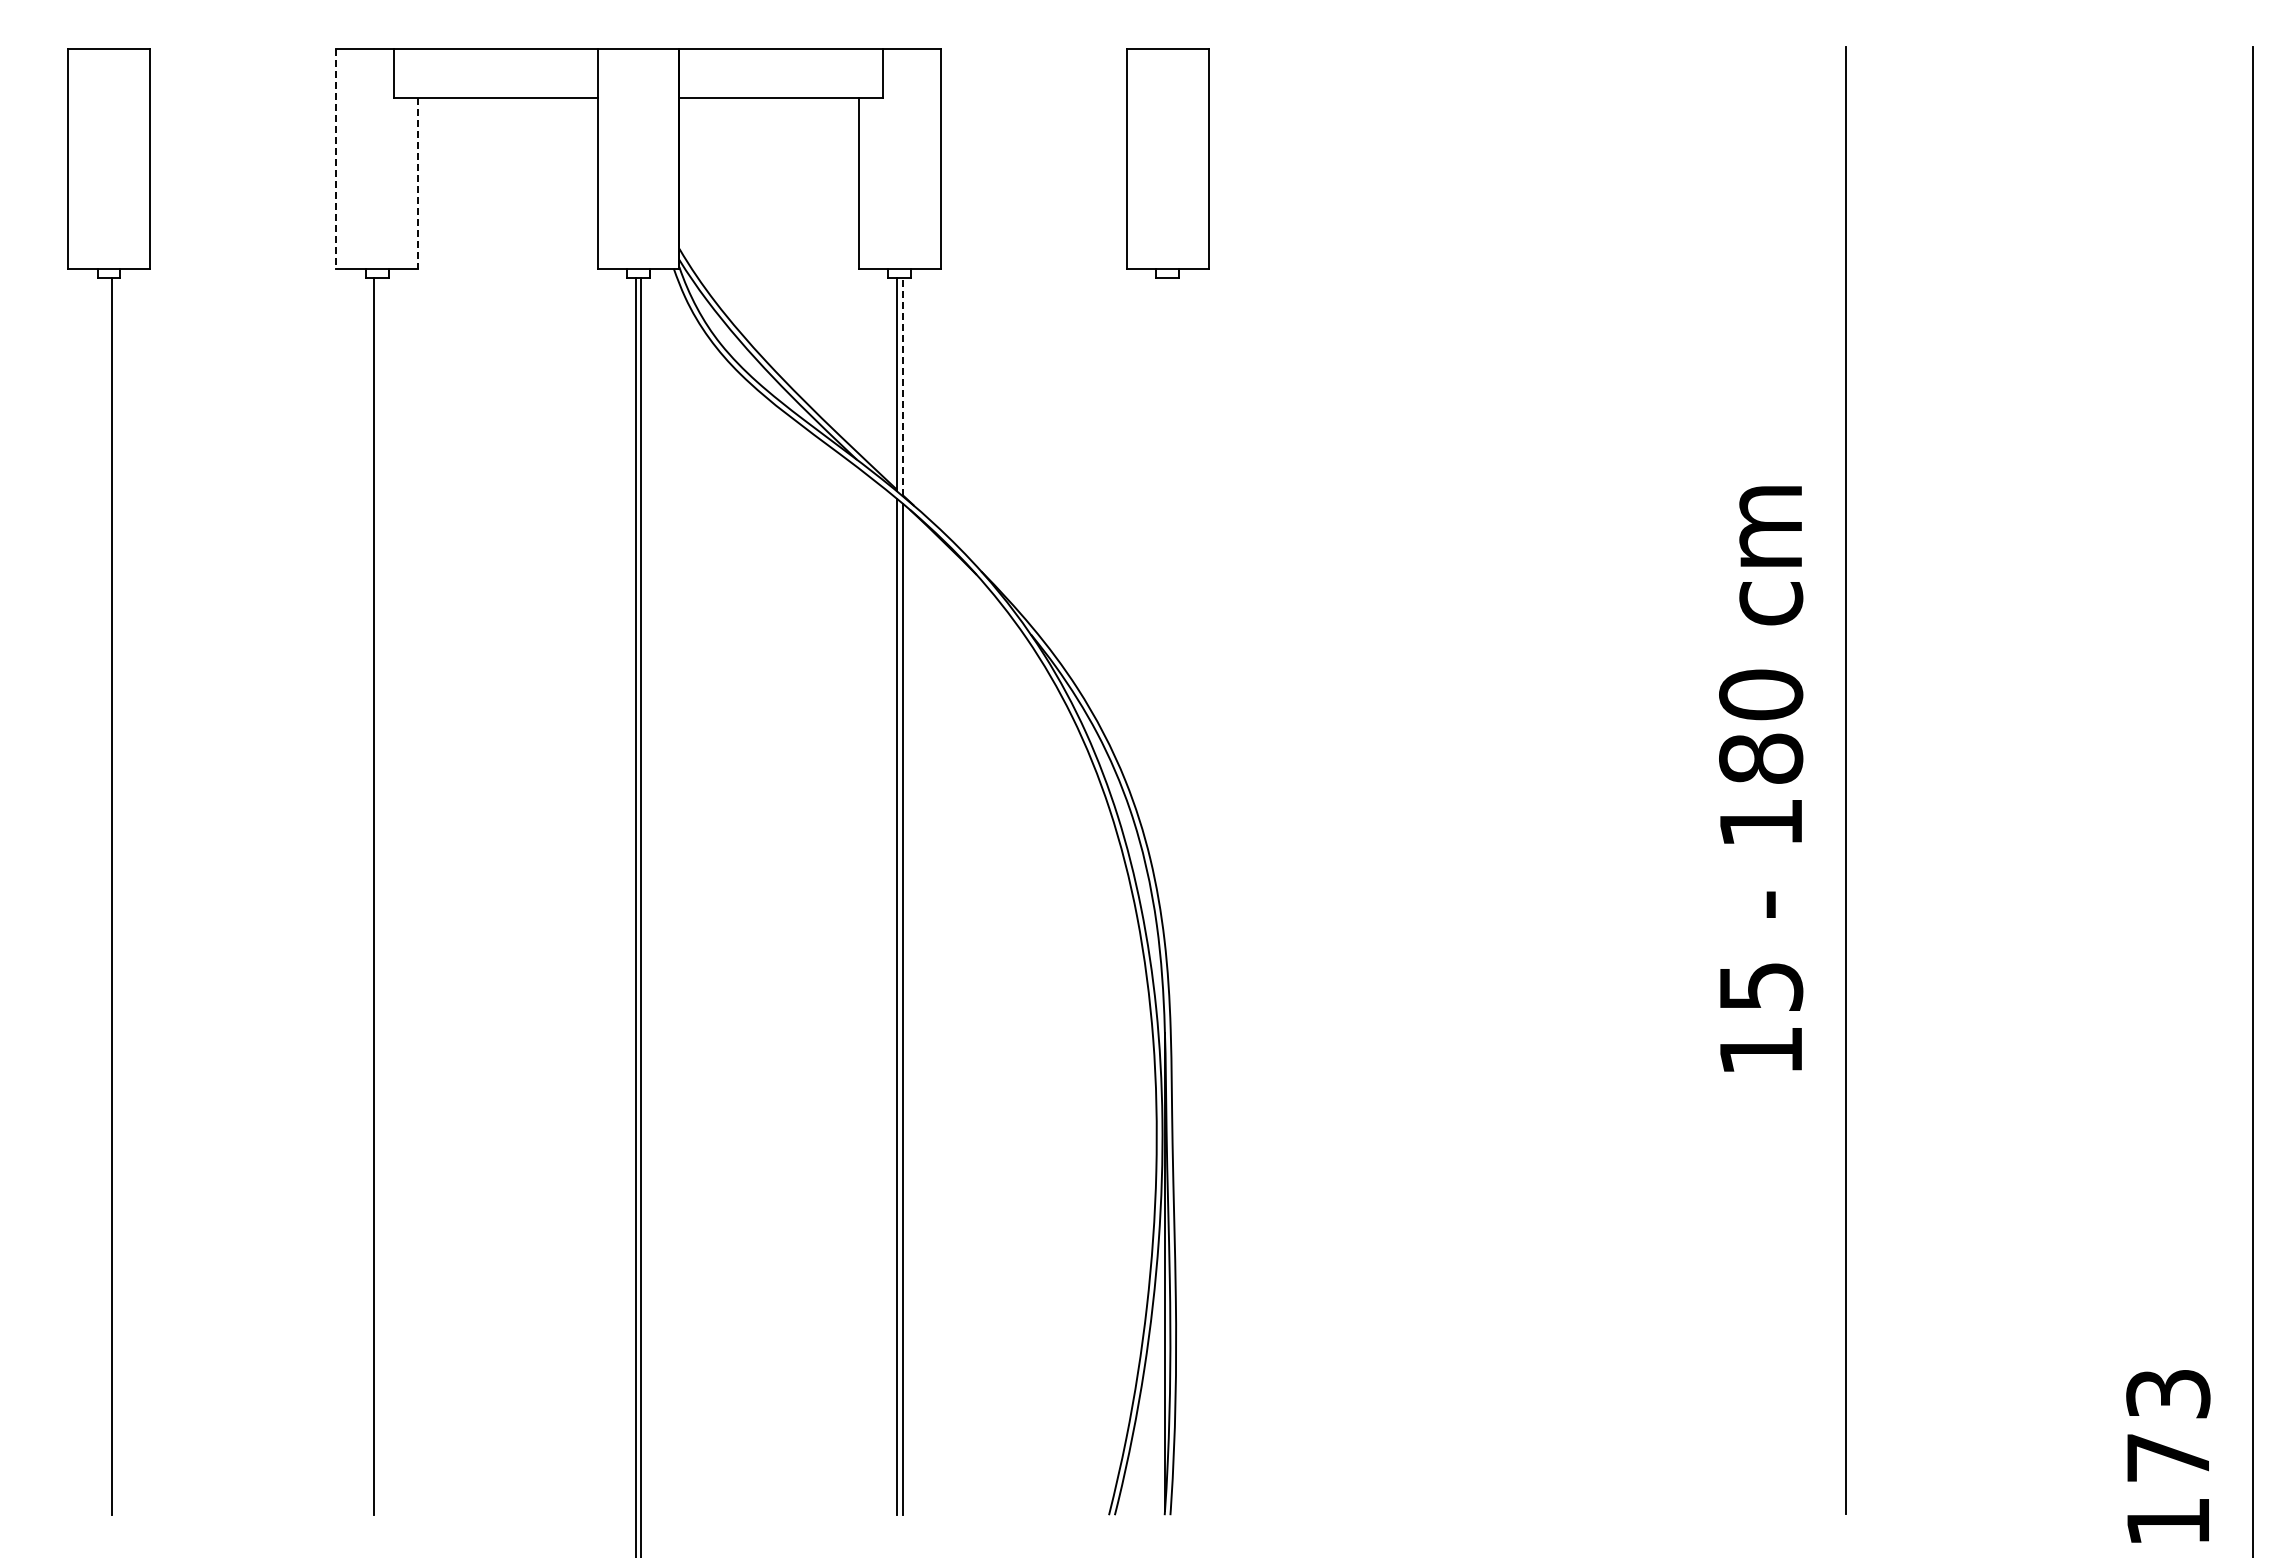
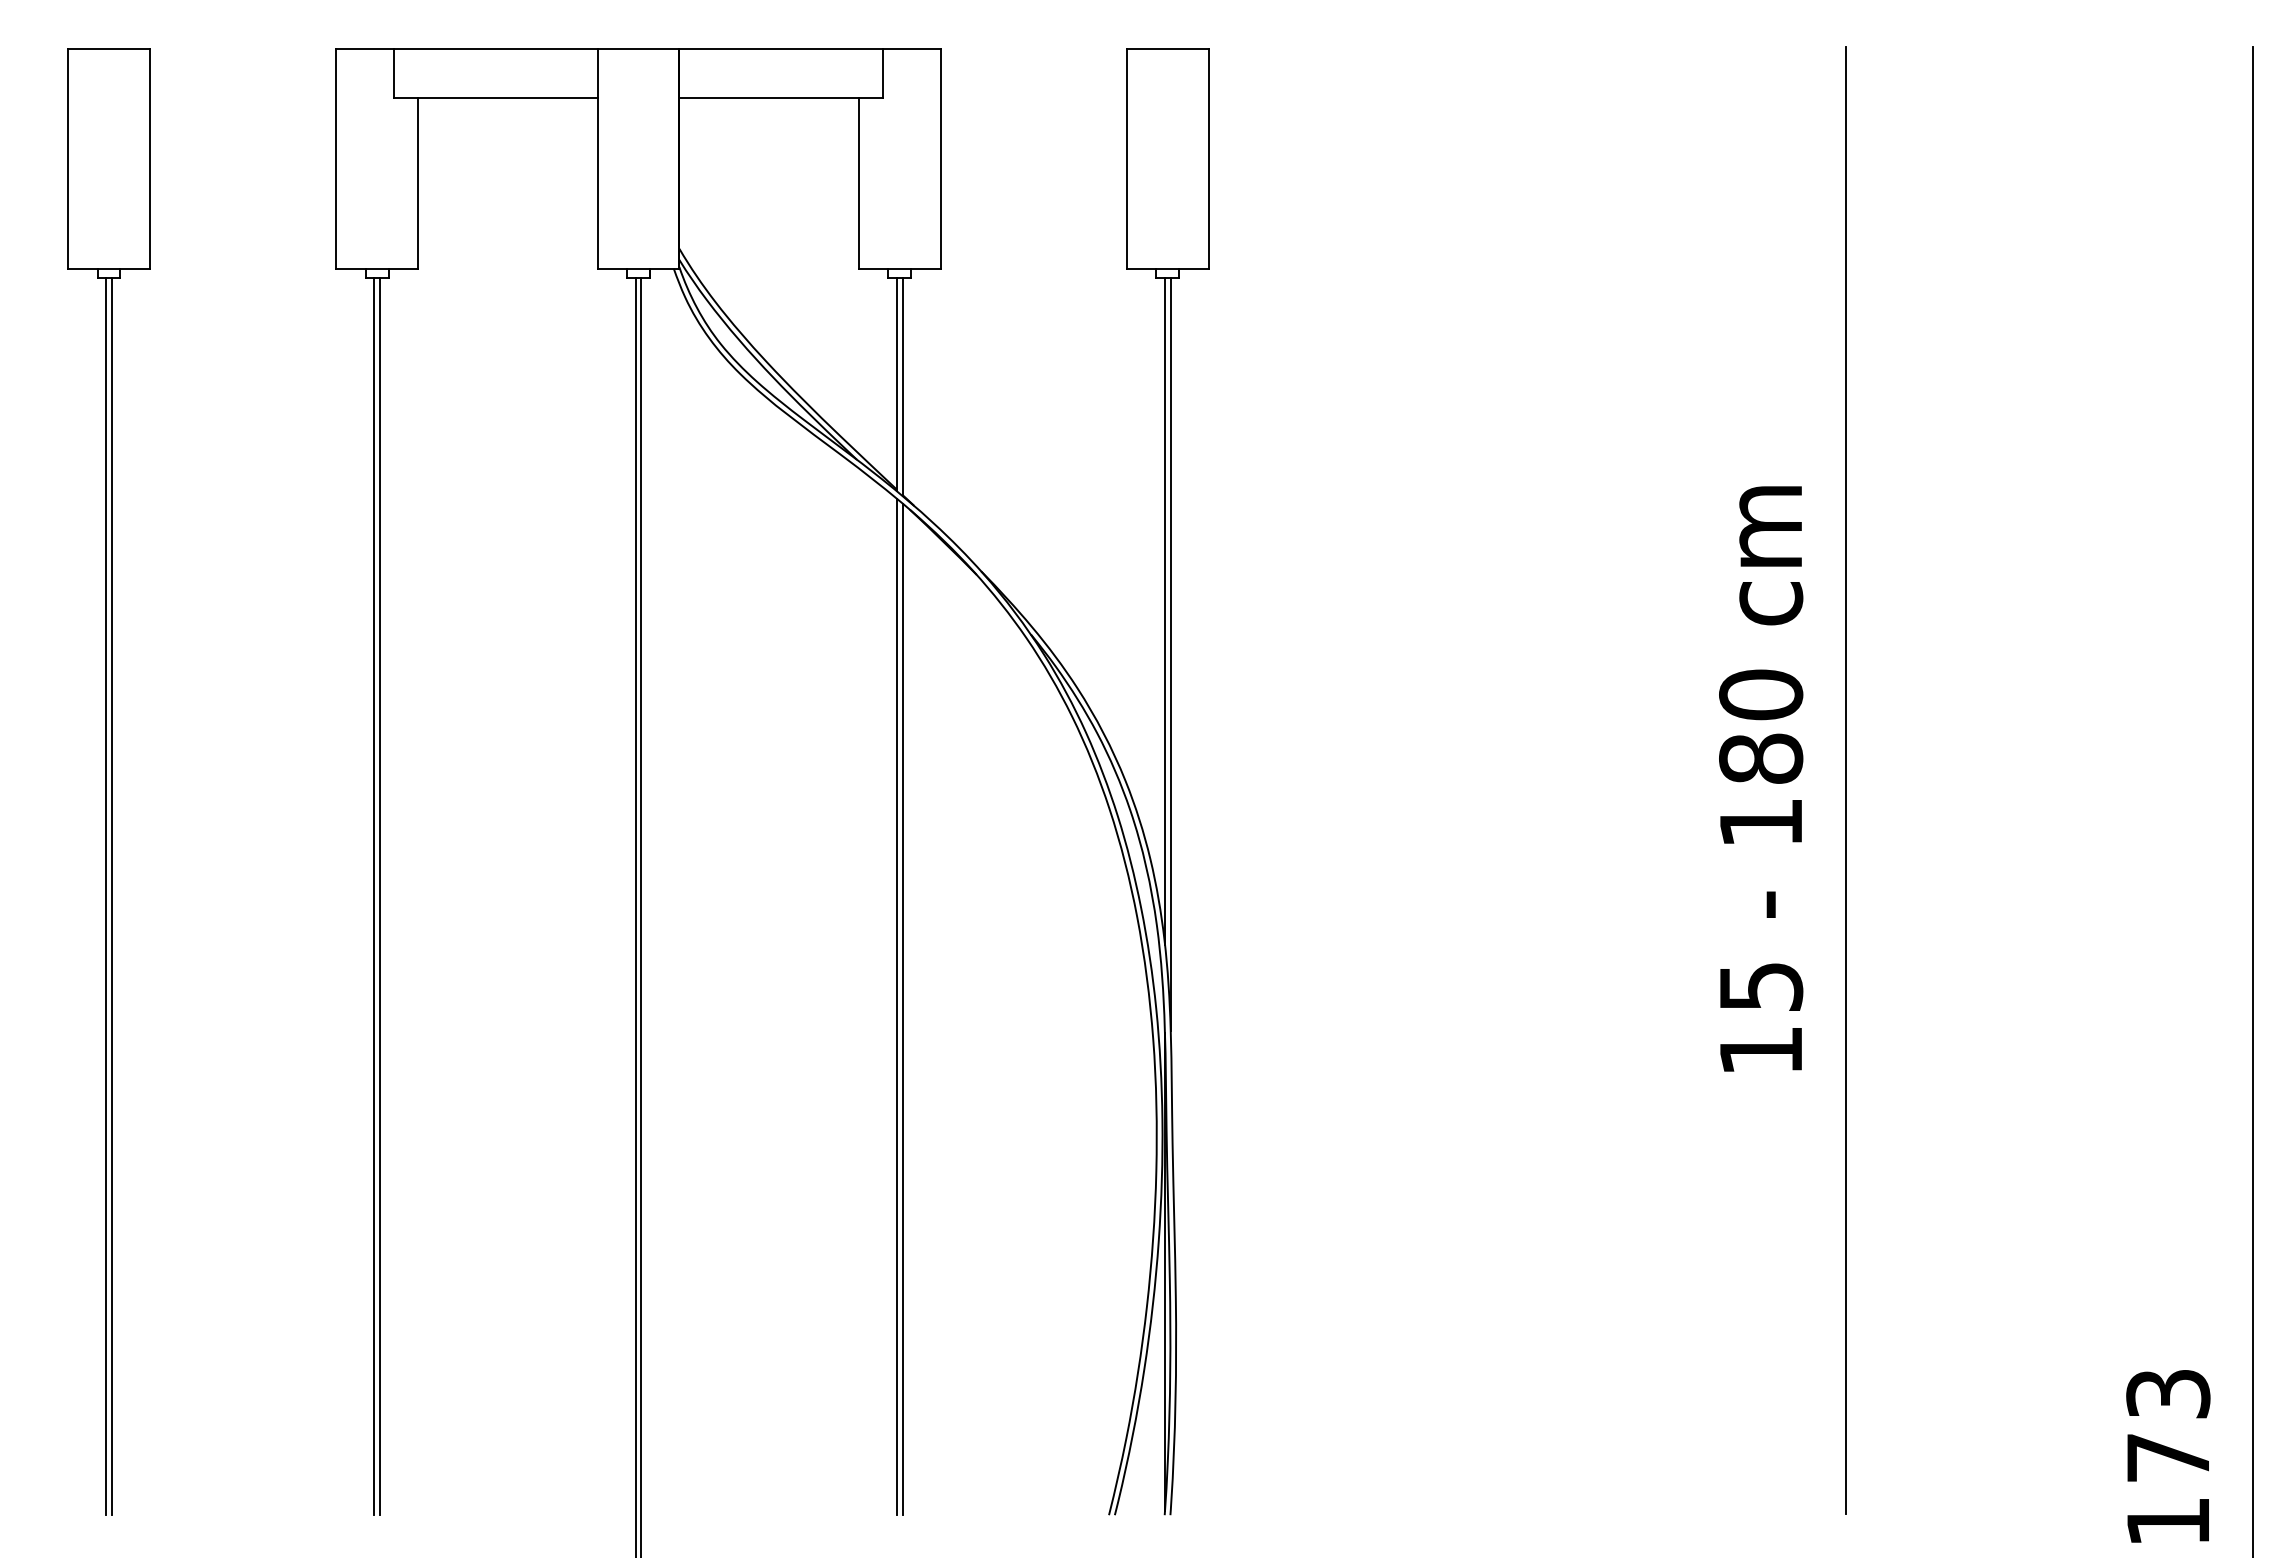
line at (336, 158): dashed -> solid
line at (417, 183): dashed -> solid
line at (902, 387): dashed -> solid
line at (1165, 611): none -> present
line at (1170, 654): none -> present
line at (106, 896): none -> present
line at (379, 896): none -> present
